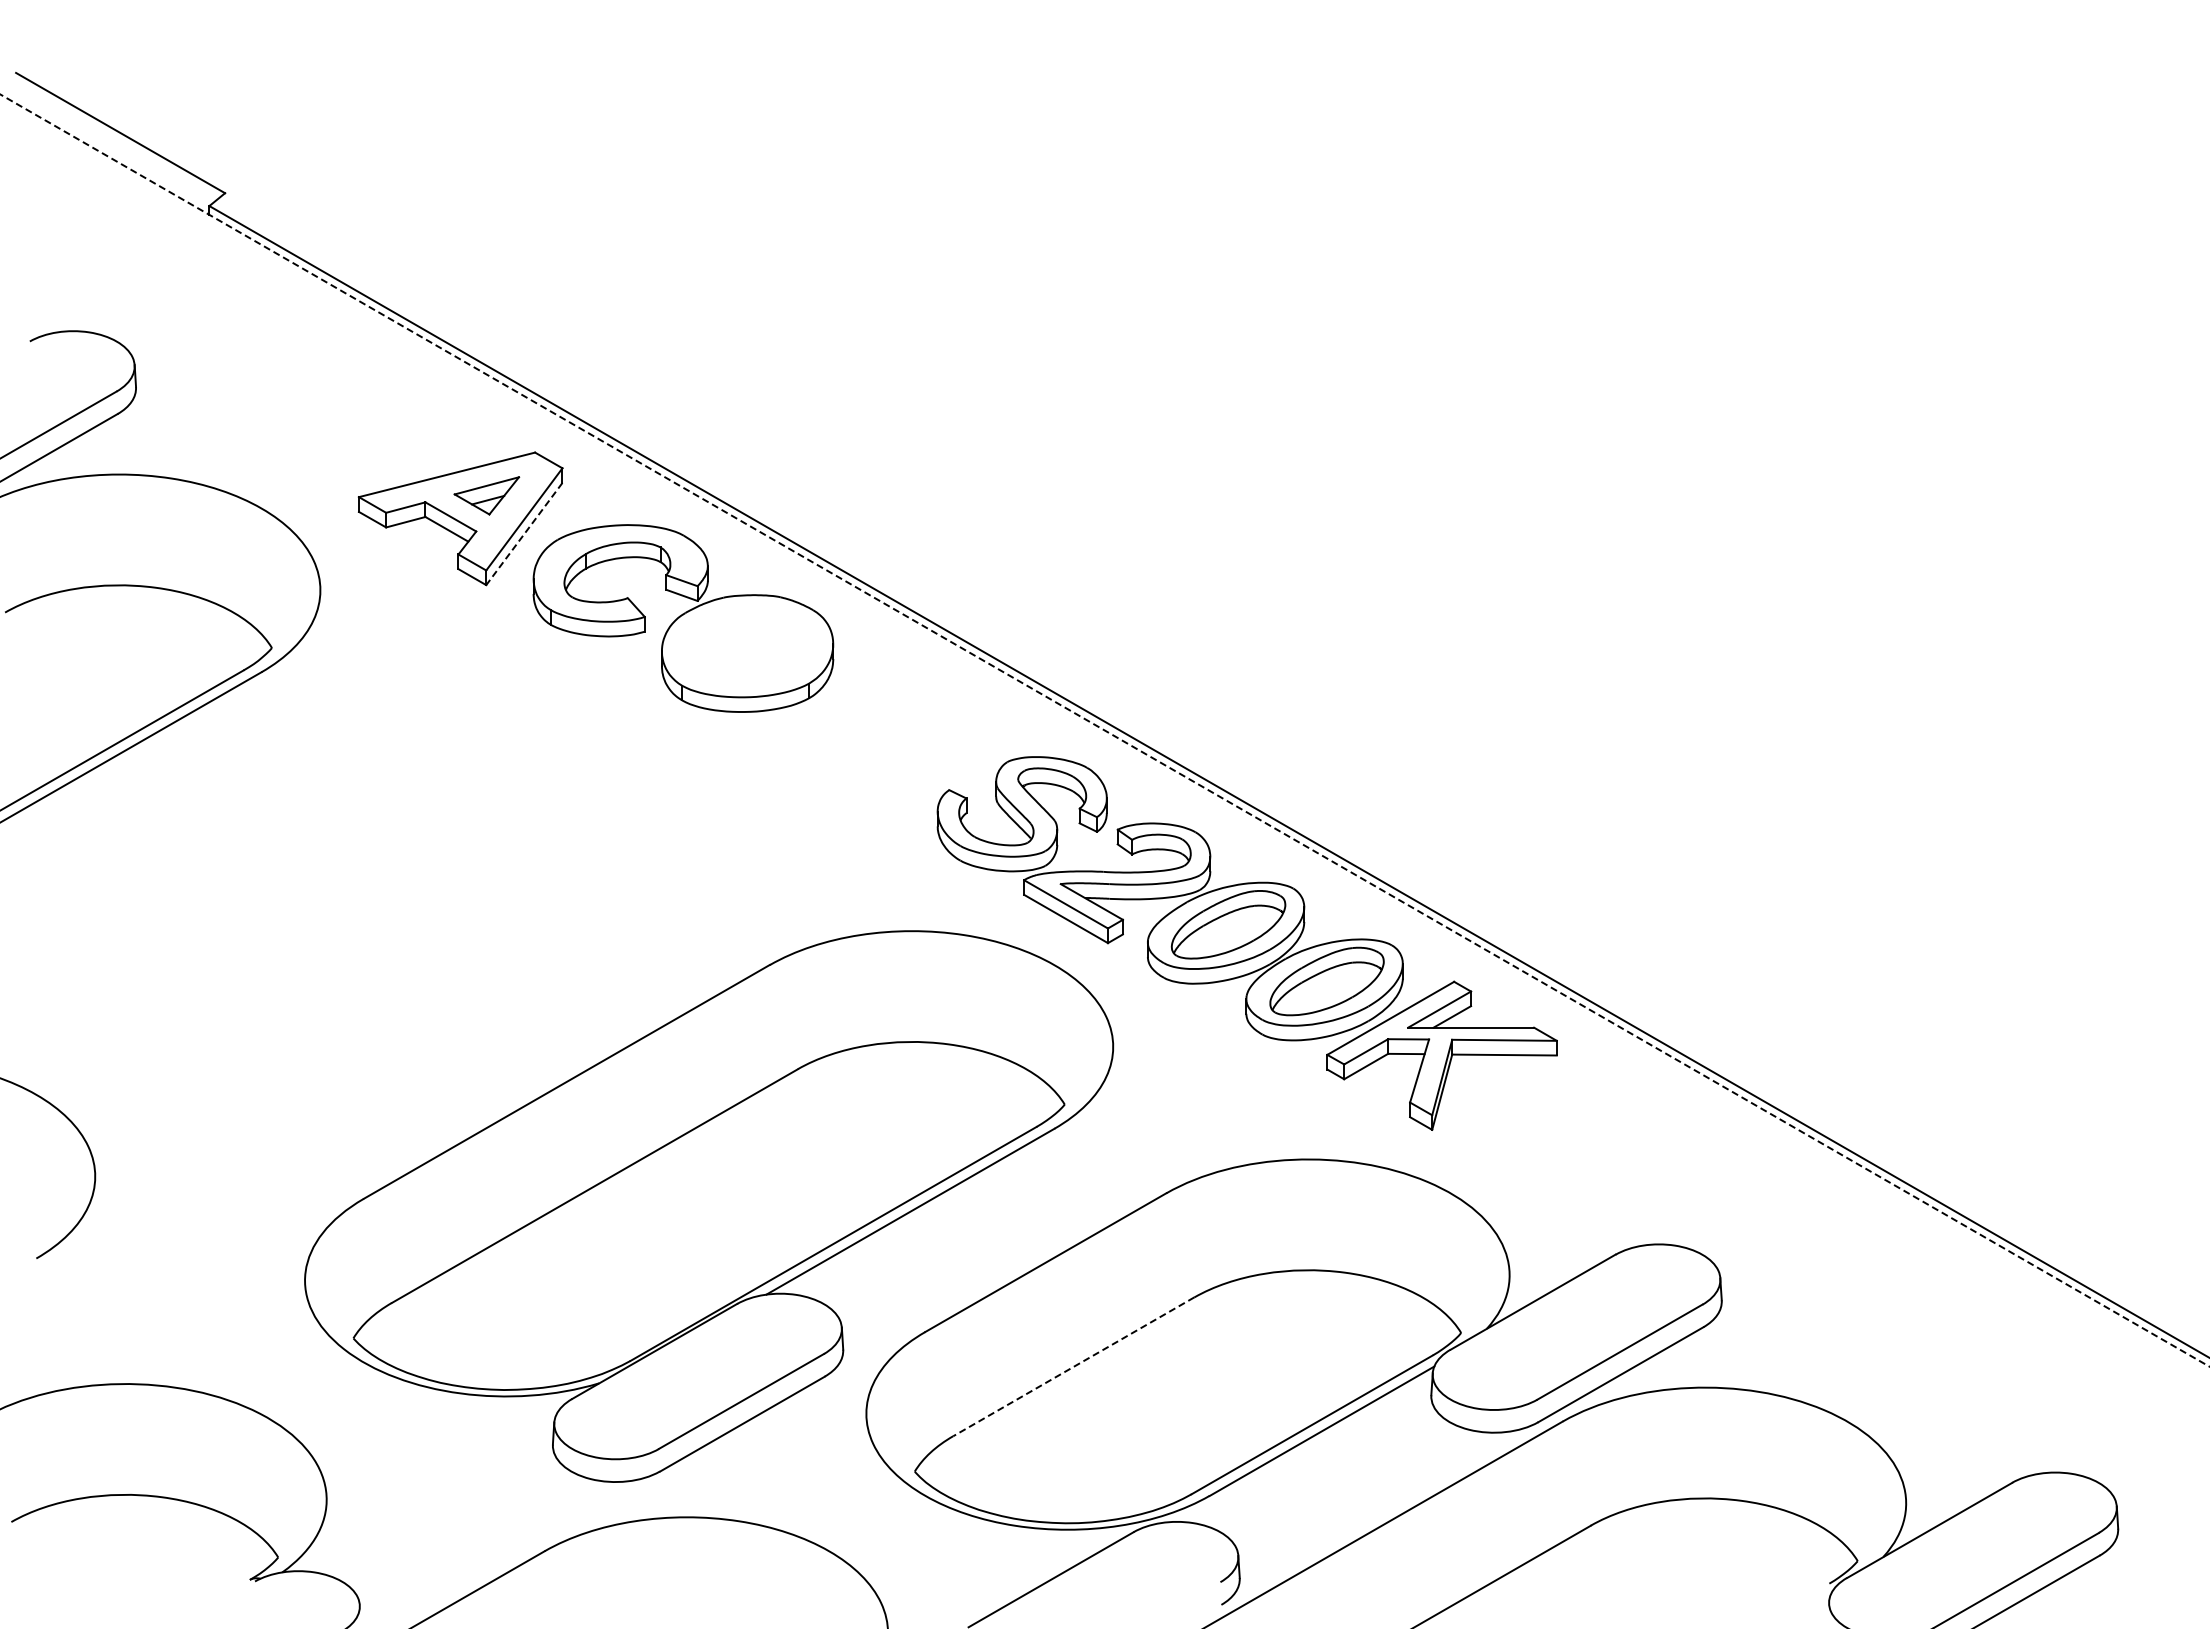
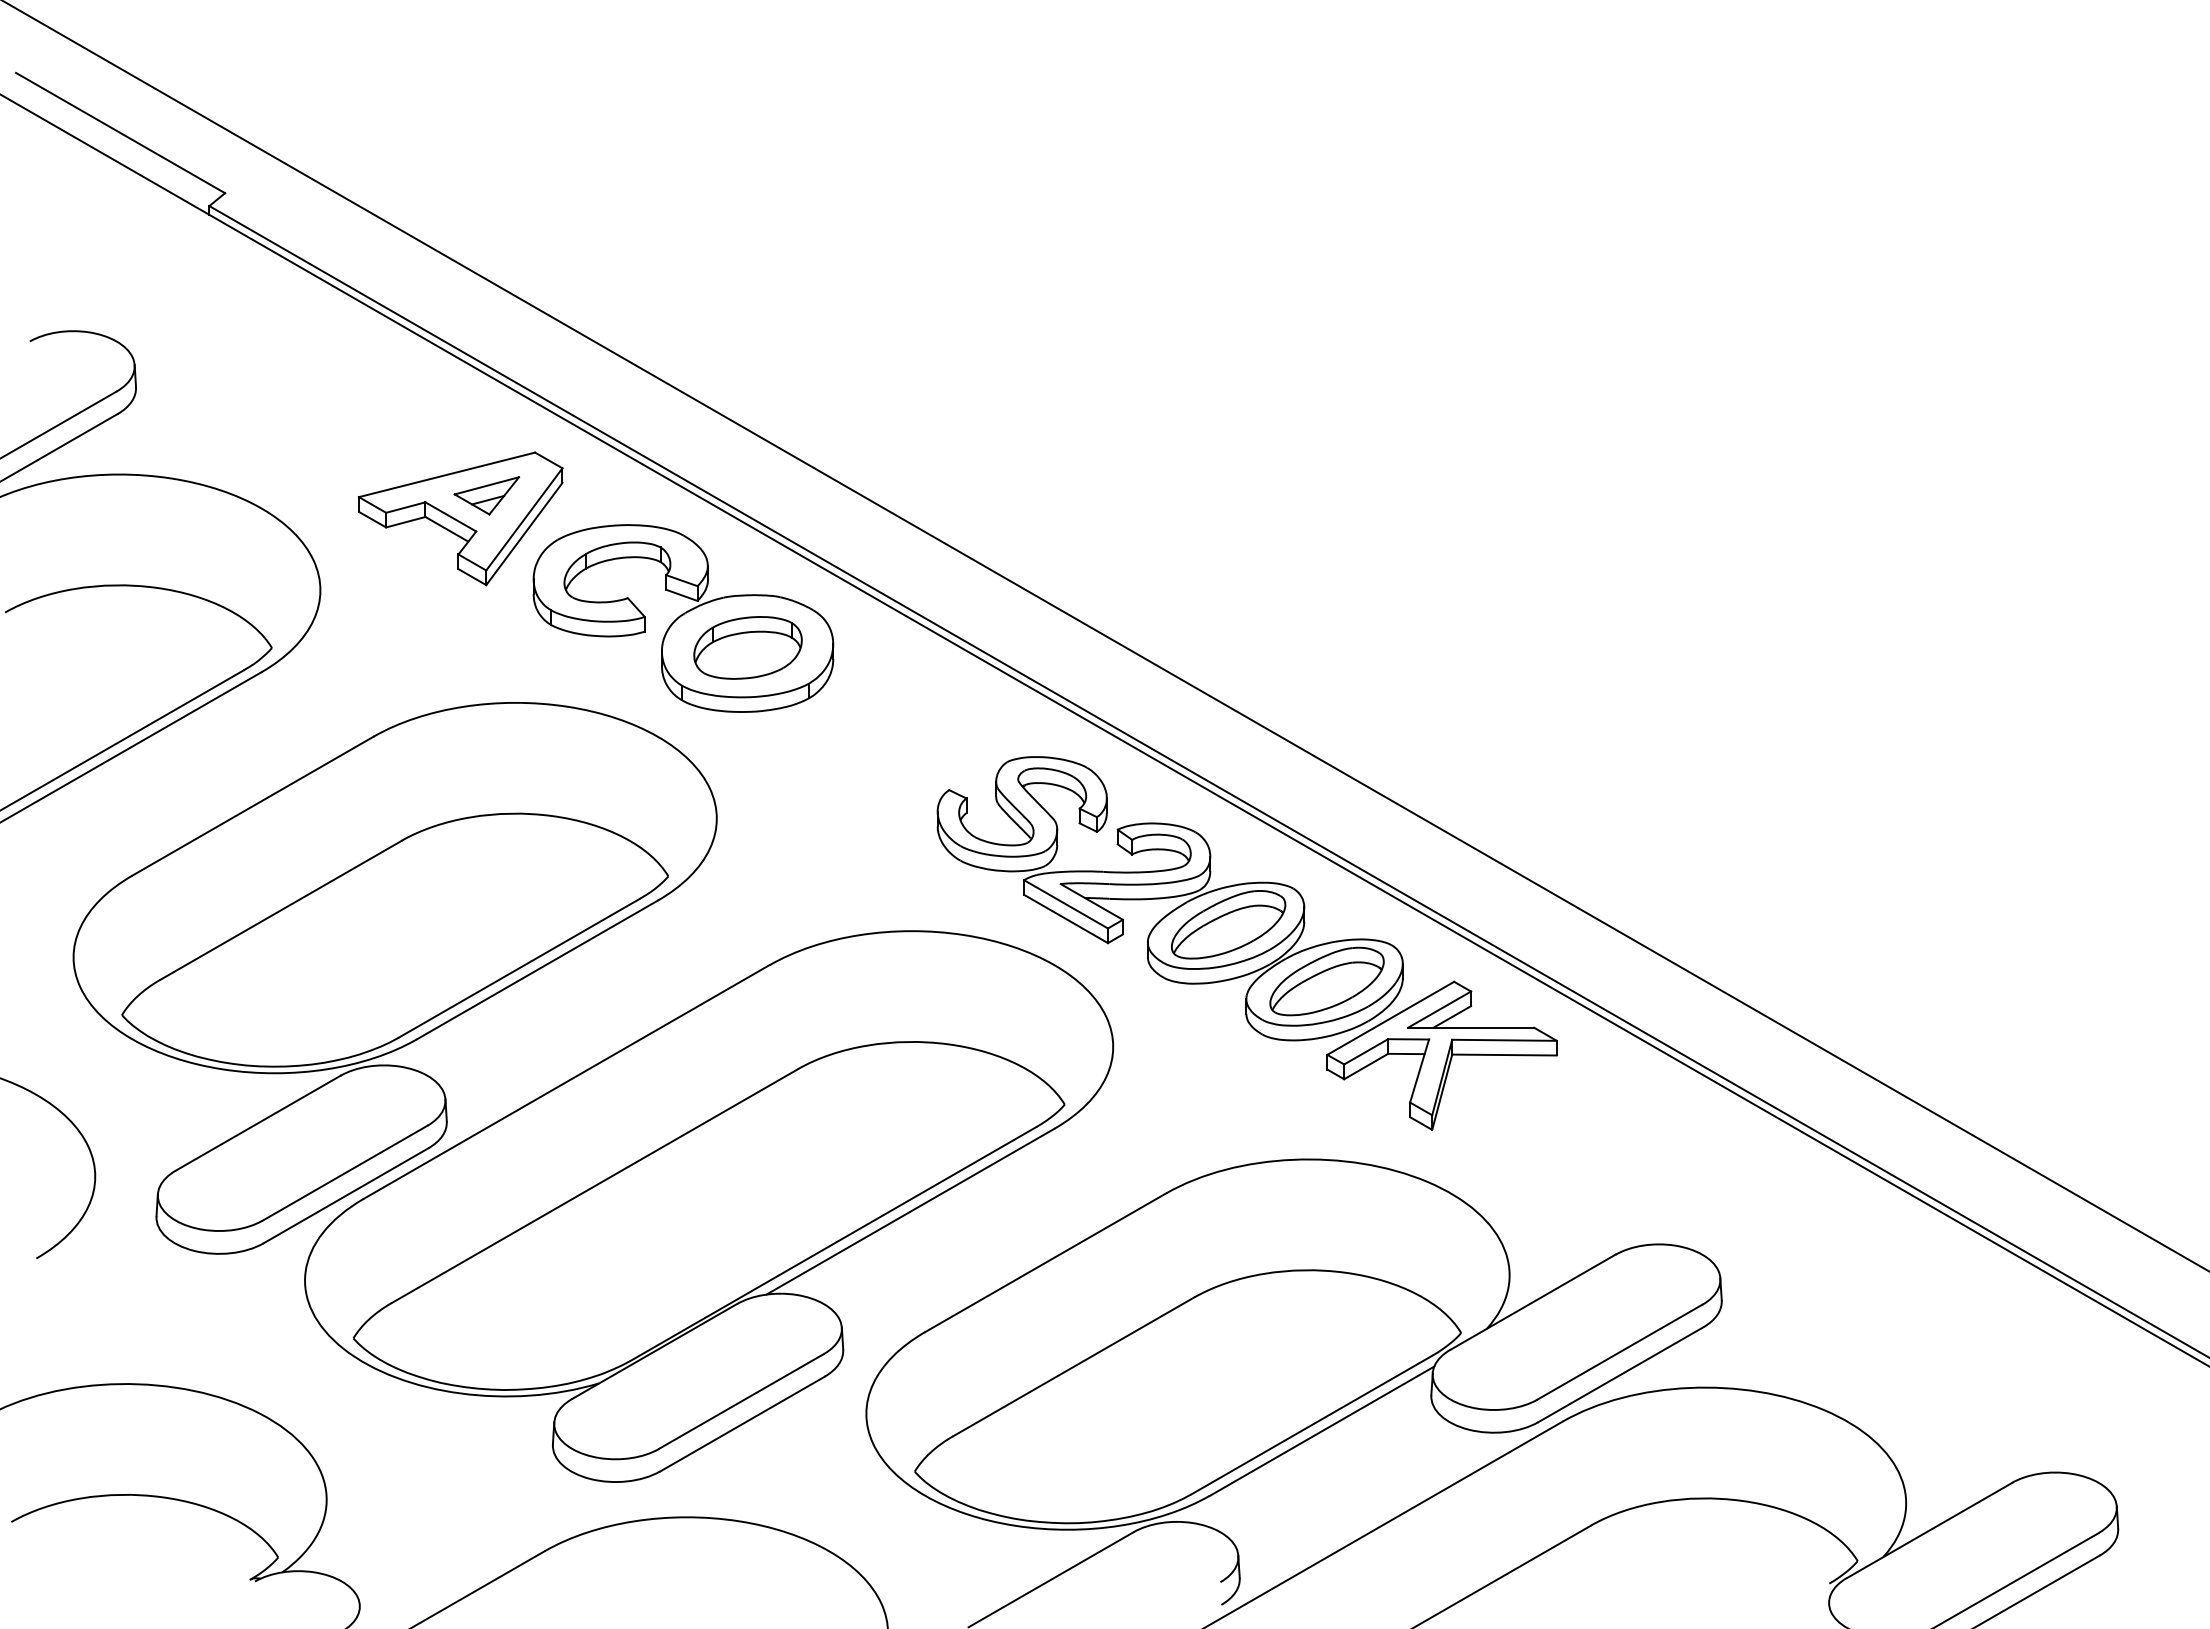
line at (524, 534): dashed -> solid
line at (1105, 636): none -> present
part at (747, 647): none -> present
line at (1105, 730): dashed -> solid
part at (394, 978): none -> present
line at (1073, 1367): dashed -> solid
